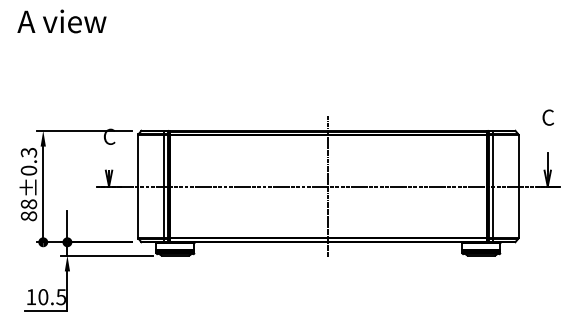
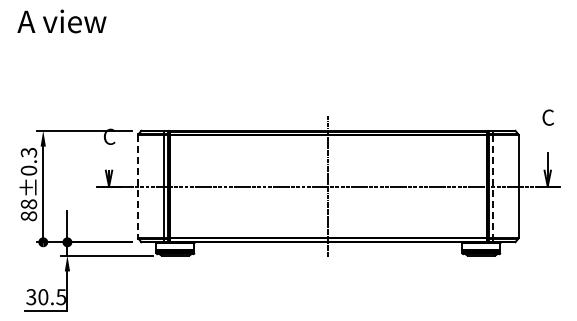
line at (138, 186): solid -> dashed
line at (493, 186): solid -> dashed
text at (31, 297): 10.5 -> 30.5
